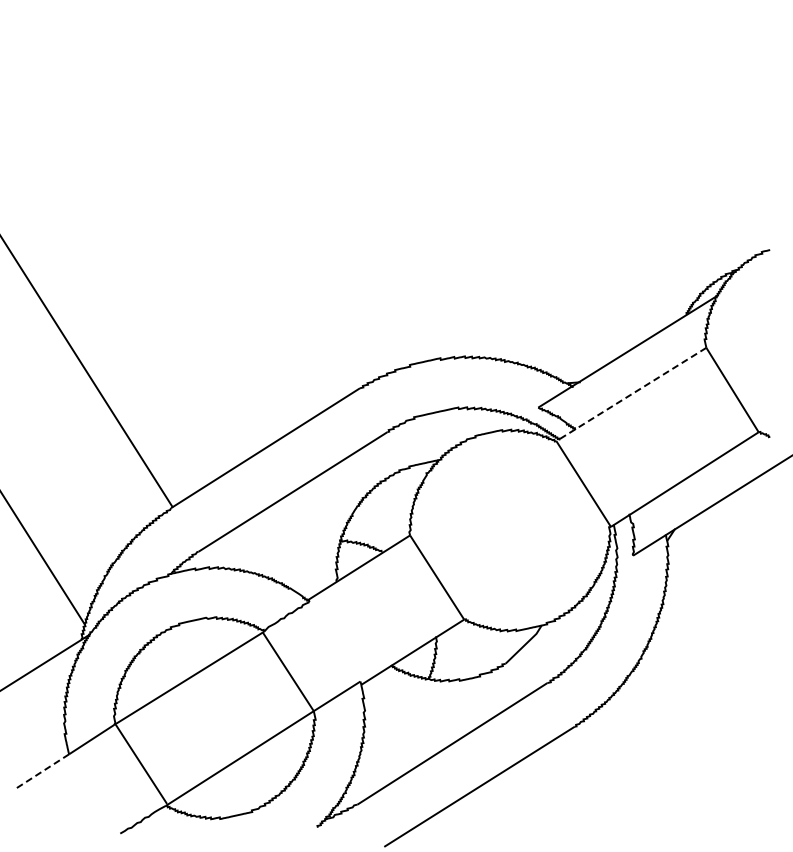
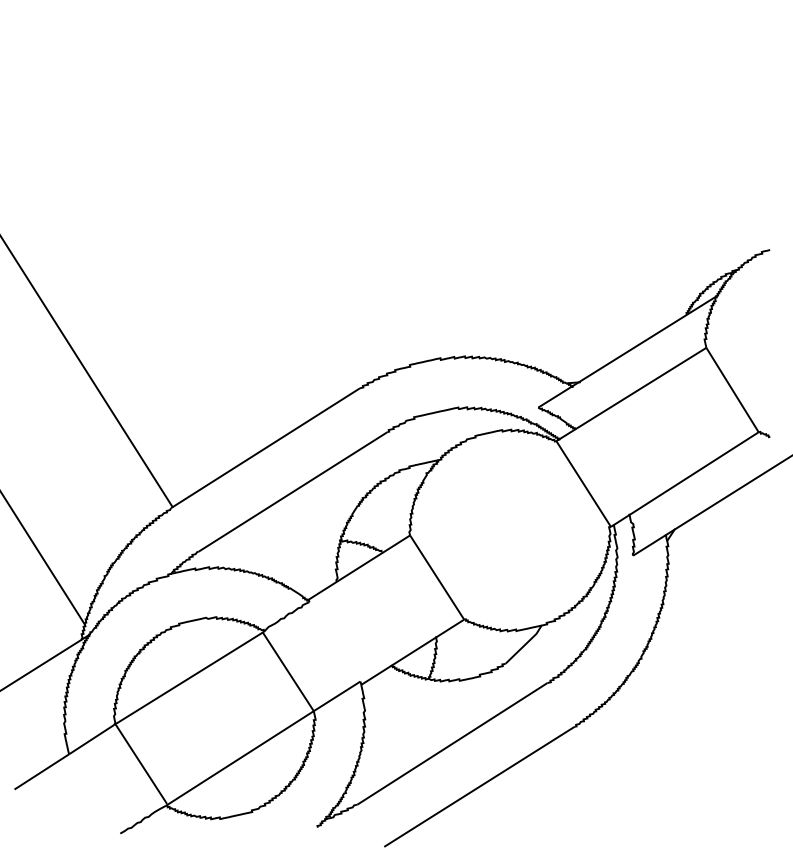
line at (630, 394): dashed -> solid
line at (41, 772): dashed -> solid
